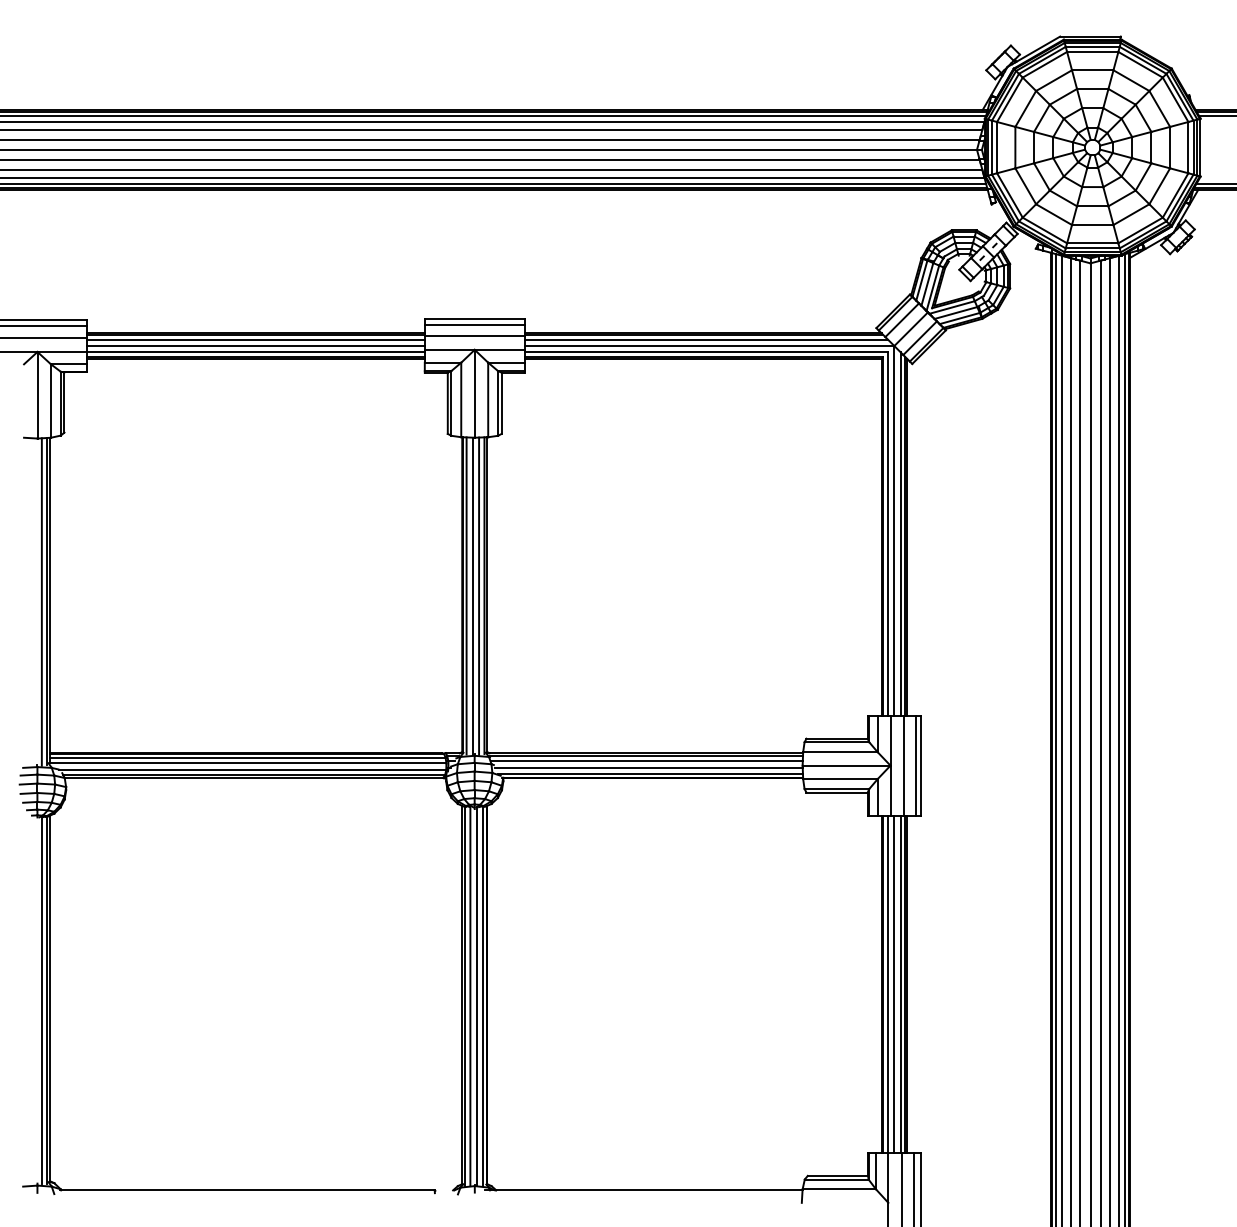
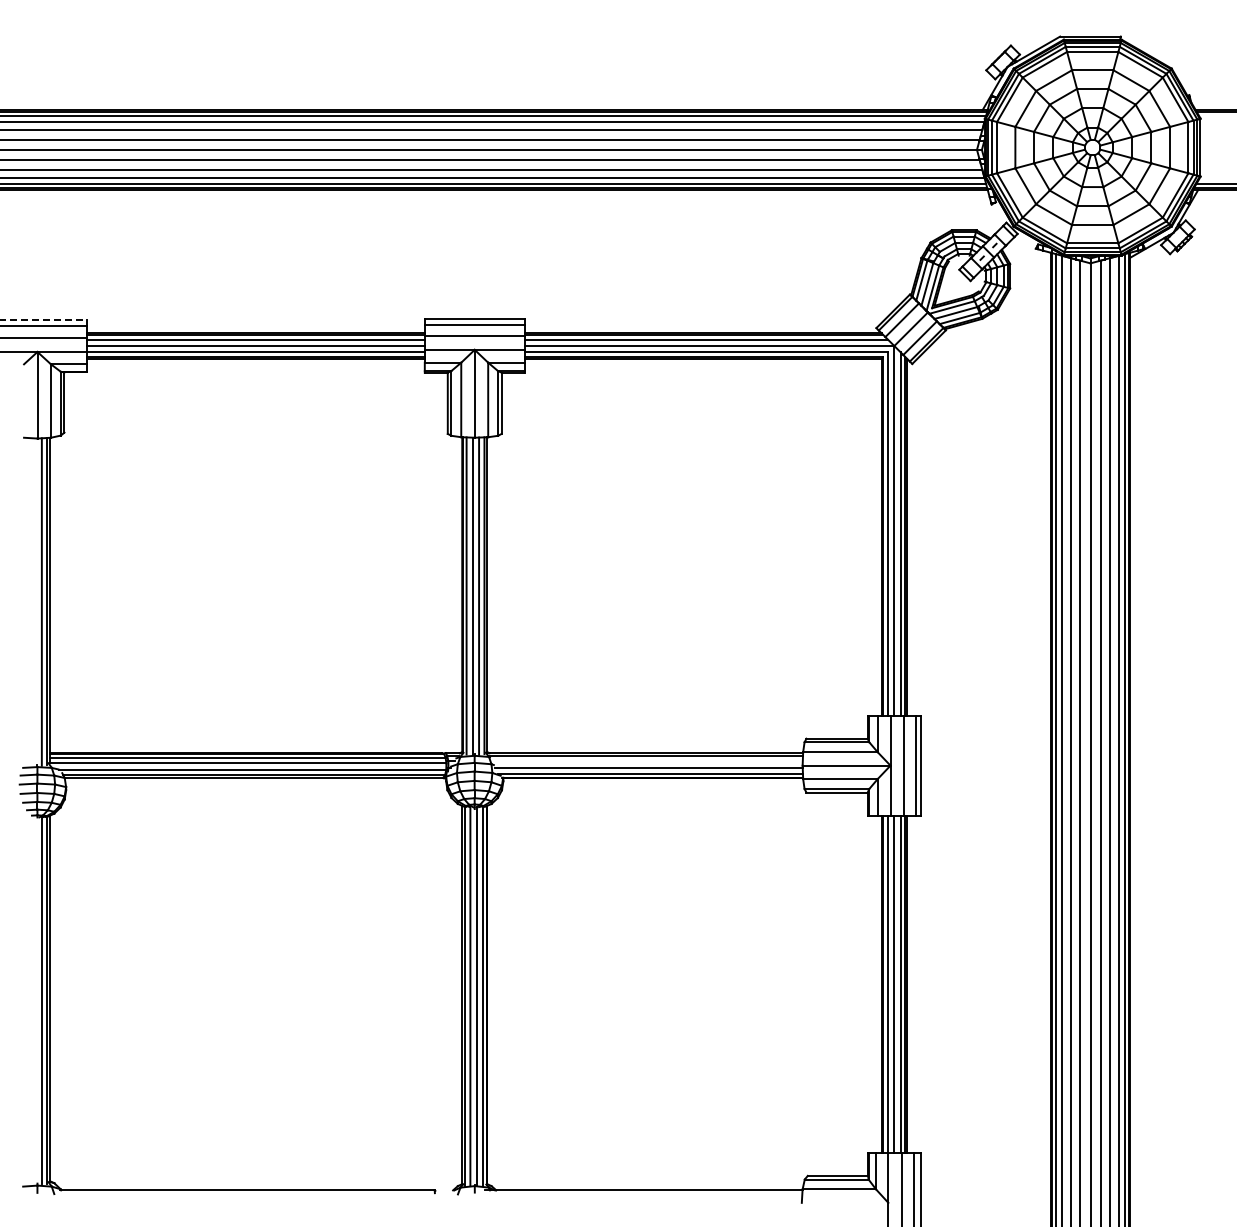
line at (1215, 115): present -> none
line at (44, 319): solid -> dashed
line at (646, 761): present -> none
